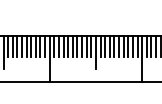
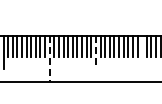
line at (95, 53): solid -> dashed
line at (49, 58): solid -> dashed
line at (142, 59): present -> none
